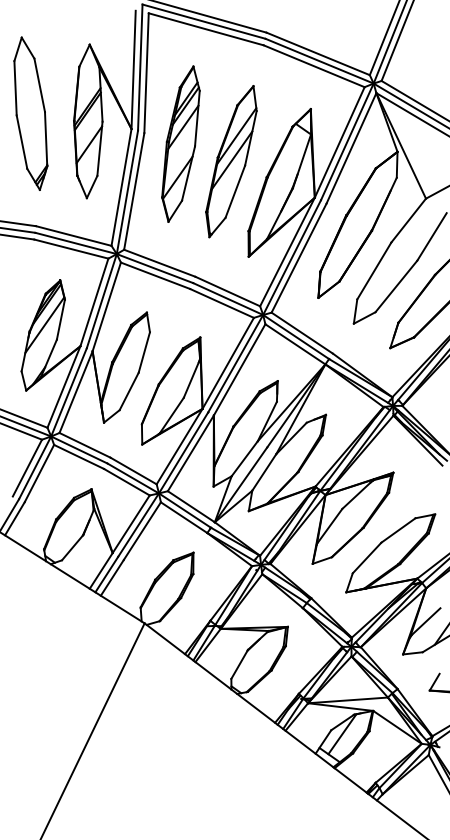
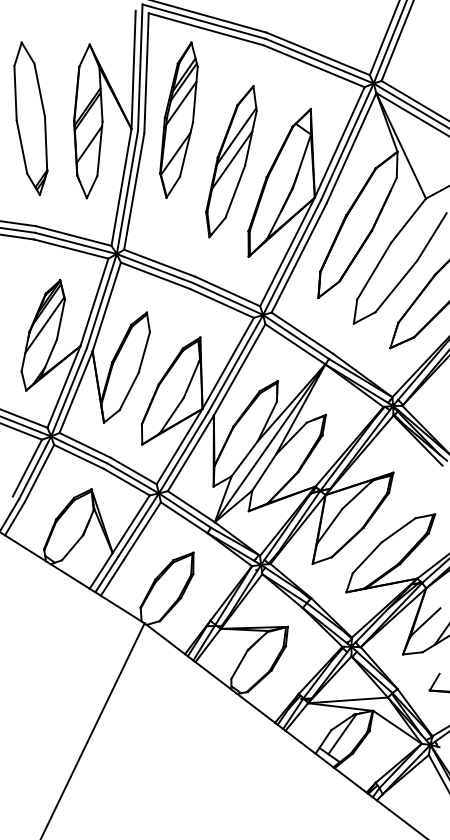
part at (30, 113) position: (30, 113) -> (30, 118)
part at (180, 143) position: (180, 143) -> (178, 119)
